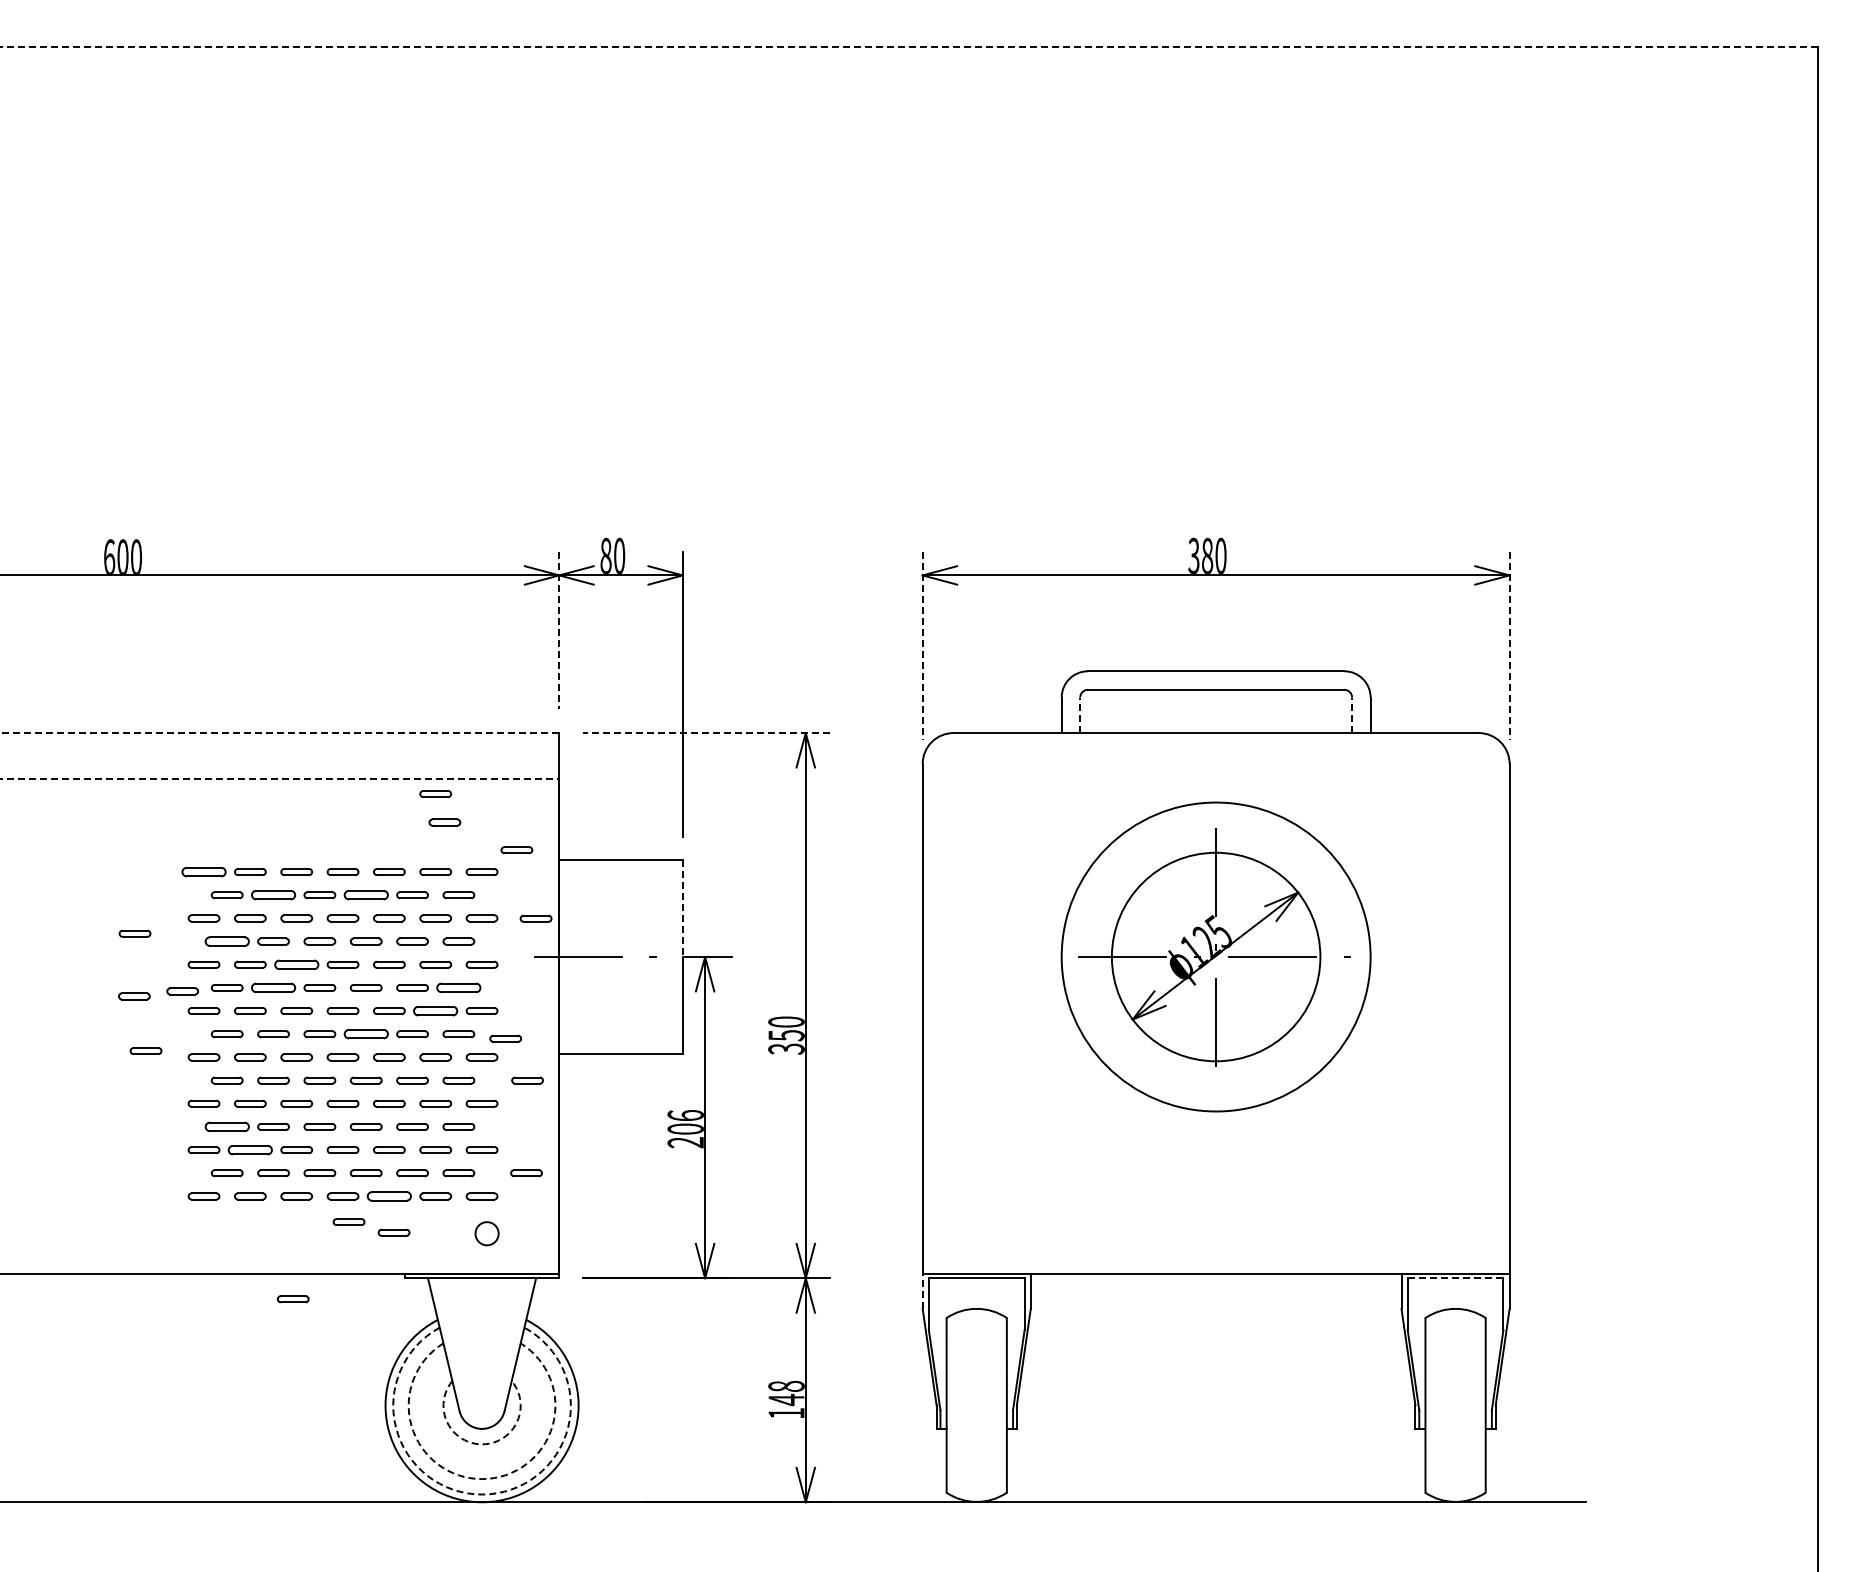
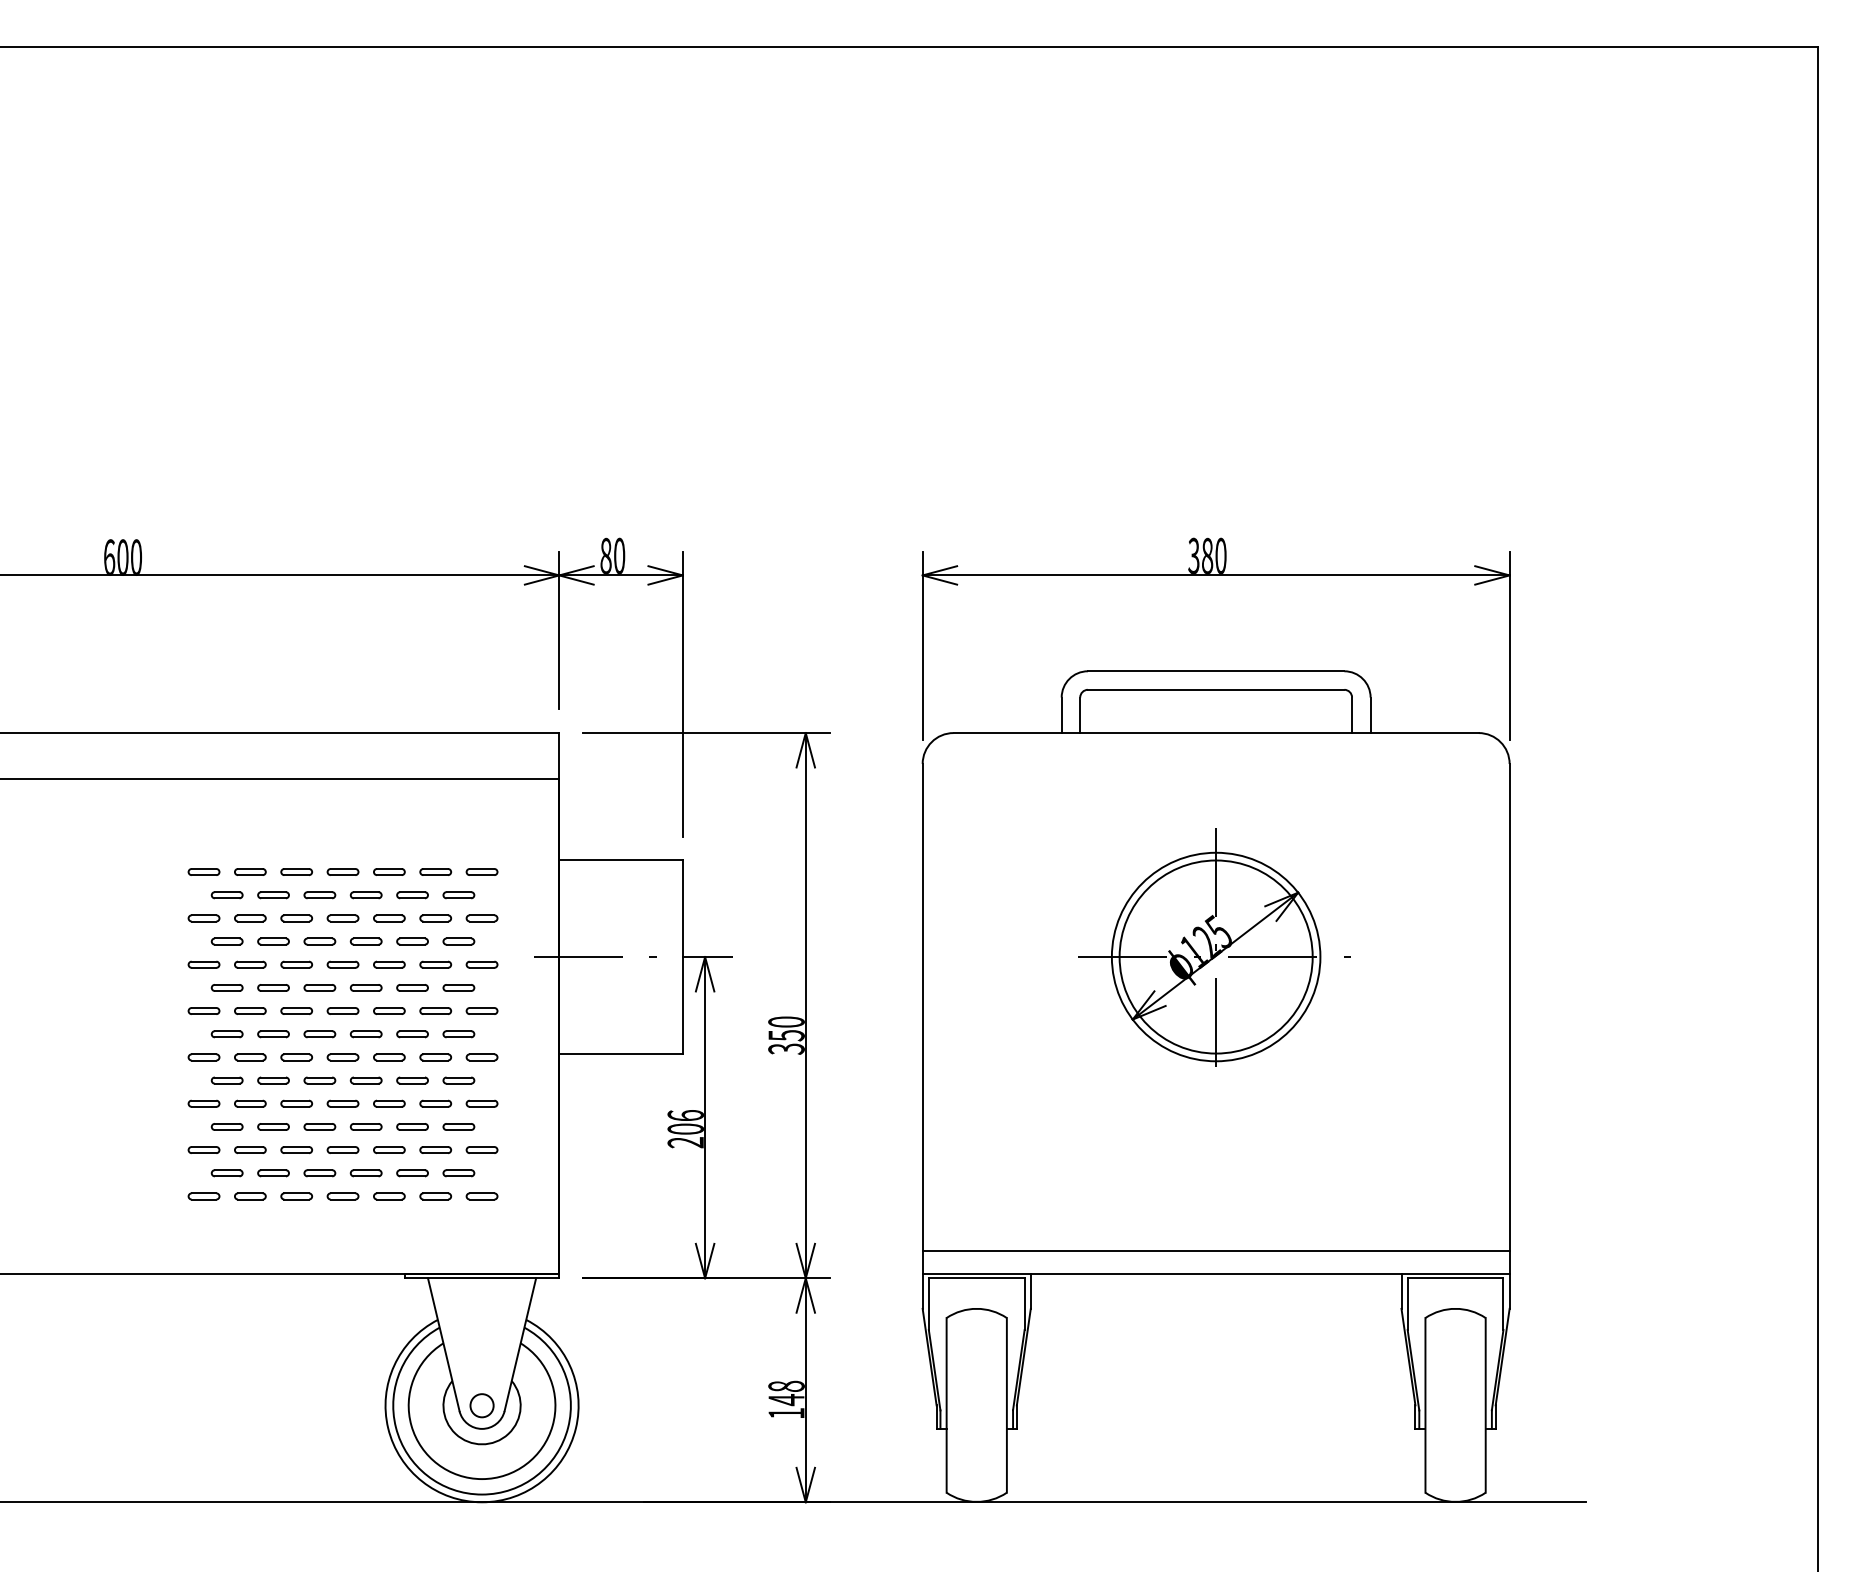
line at (908, 47): dashed -> solid
line at (559, 630): dashed -> solid
line at (922, 646): dashed -> solid
line at (1509, 646): dashed -> solid
line at (1080, 715): dashed -> solid
line at (1352, 715): dashed -> solid
line at (279, 733): dashed -> solid
line at (705, 733): dashed -> solid
line at (280, 779): dashed -> solid
part at (435, 793): present -> none
part at (444, 822): present -> none
part at (516, 850): present -> none
part at (203, 872) size: 46x11 px -> 34x8 px
part at (273, 895) size: 46x11 px -> 33x9 px
part at (365, 895) size: 46x11 px -> 34x9 px
line at (682, 909): dashed -> solid
part at (535, 918): present -> none
part at (134, 933): present -> none
part at (226, 941) size: 46x11 px -> 34x9 px
circle at (1215, 956) diameter: 309 px -> 193 px
part at (296, 964) size: 46x11 px -> 33x9 px
part at (273, 987) size: 46x12 px -> 33x8 px
part at (458, 987) size: 46x11 px -> 34x8 px
part at (182, 991): present -> none
part at (134, 996): present -> none
part at (435, 1011) size: 46x11 px -> 34x8 px
part at (365, 1034) size: 46x11 px -> 34x9 px
part at (505, 1038): present -> none
part at (145, 1050): present -> none
part at (527, 1080): present -> none
part at (226, 1126) size: 46x12 px -> 34x8 px
part at (249, 1150) size: 46x11 px -> 33x8 px
part at (526, 1173): present -> none
part at (388, 1196) size: 46x11 px -> 33x9 px
part at (348, 1221): present -> none
part at (393, 1232): present -> none
circle at (486, 1233) position: (486, 1233) -> (481, 1405)
line at (1215, 1250): none -> present
line at (1455, 1278): dashed -> solid
line at (922, 1291): dashed -> solid
part at (292, 1299): present -> none
arc at (482, 1444): dashed -> solid
arc at (482, 1479): dashed -> solid
arc at (482, 1494): dashed -> solid
